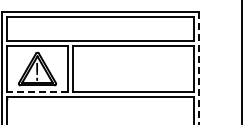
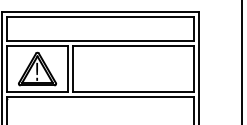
line at (198, 68): dashed -> solid
line at (37, 92): dashed -> solid
